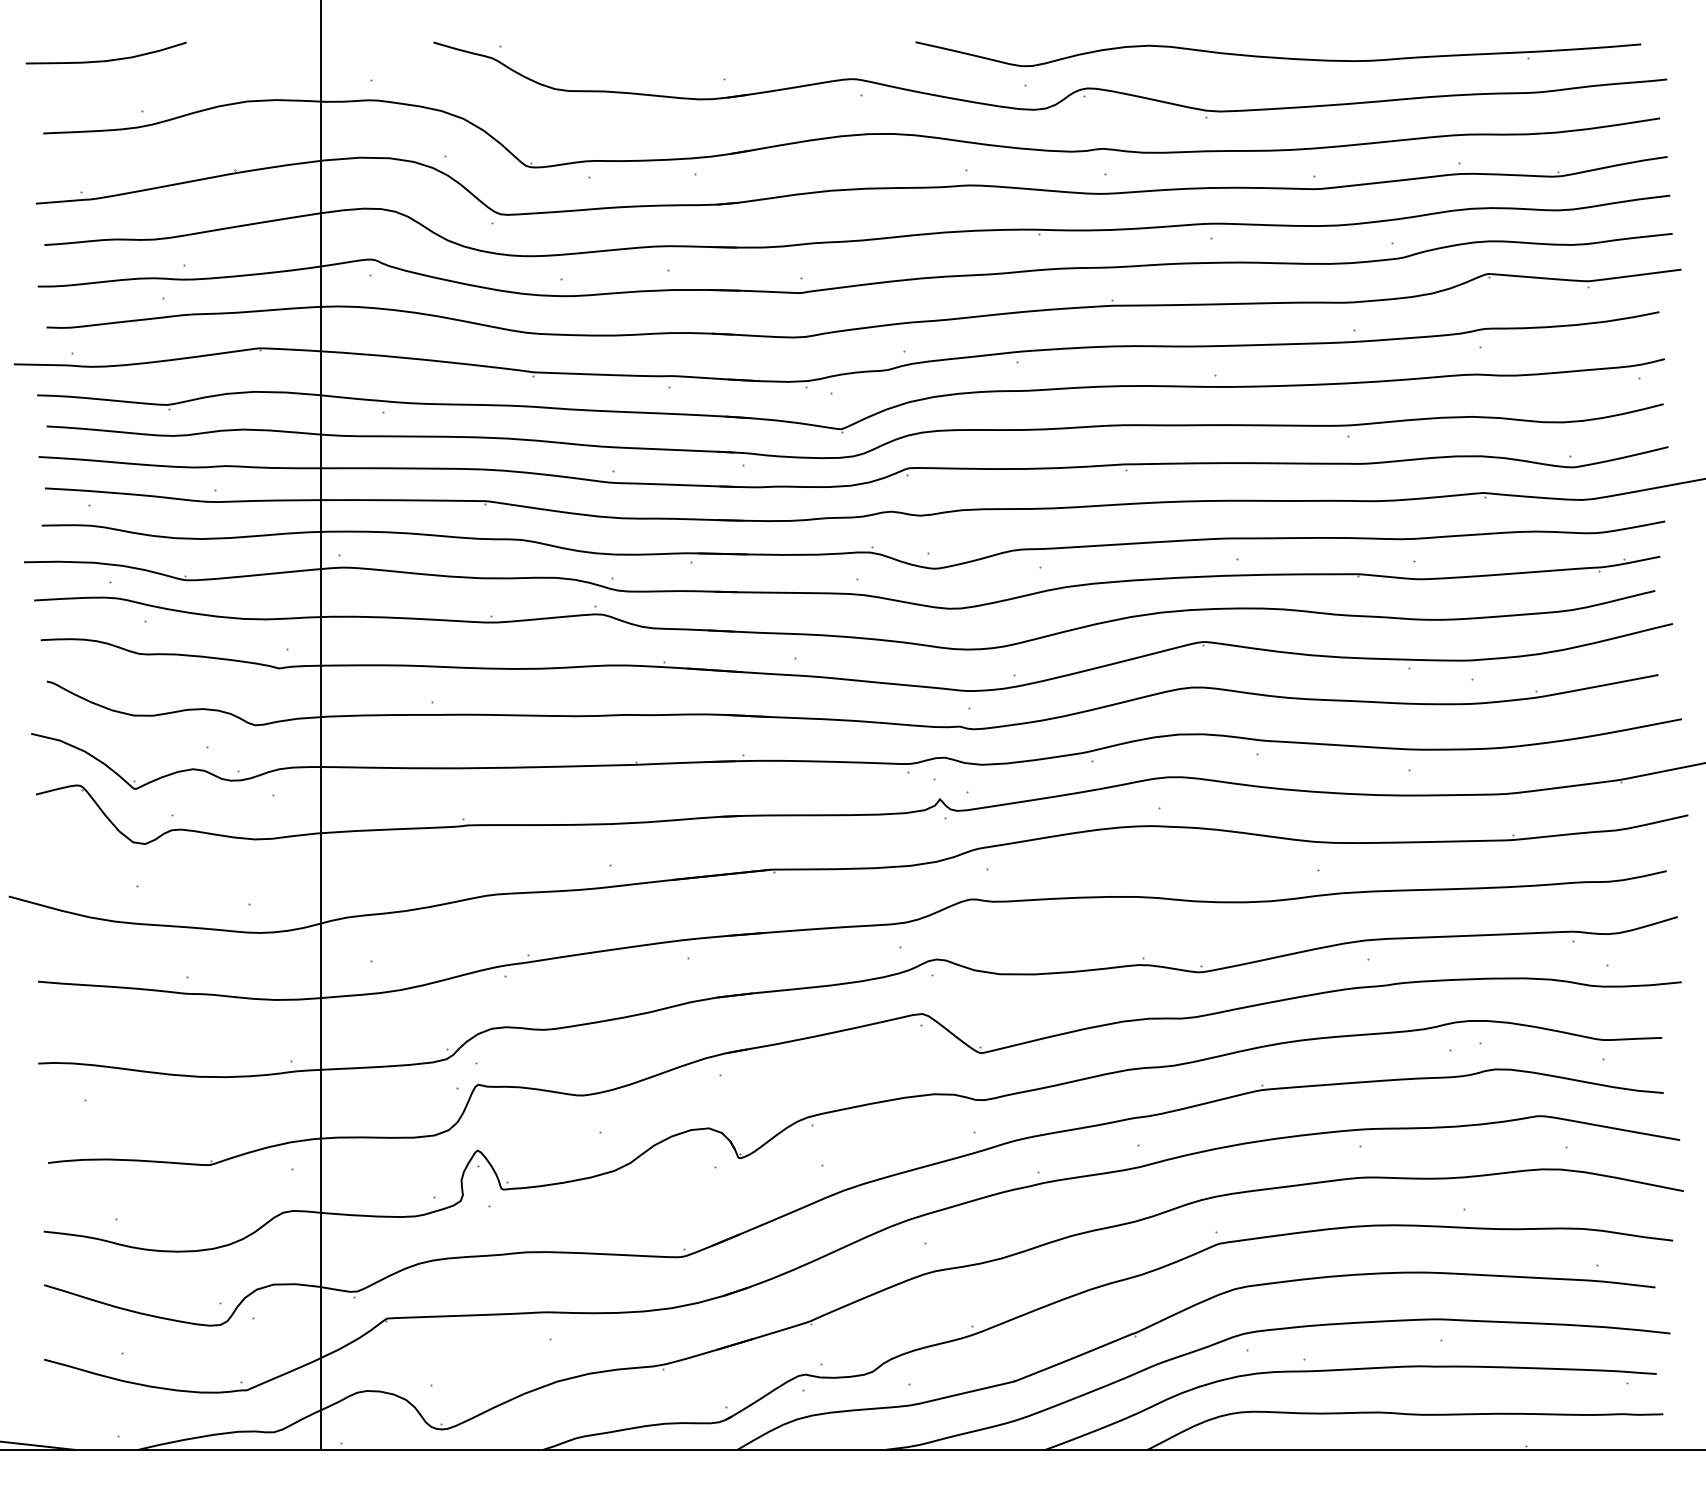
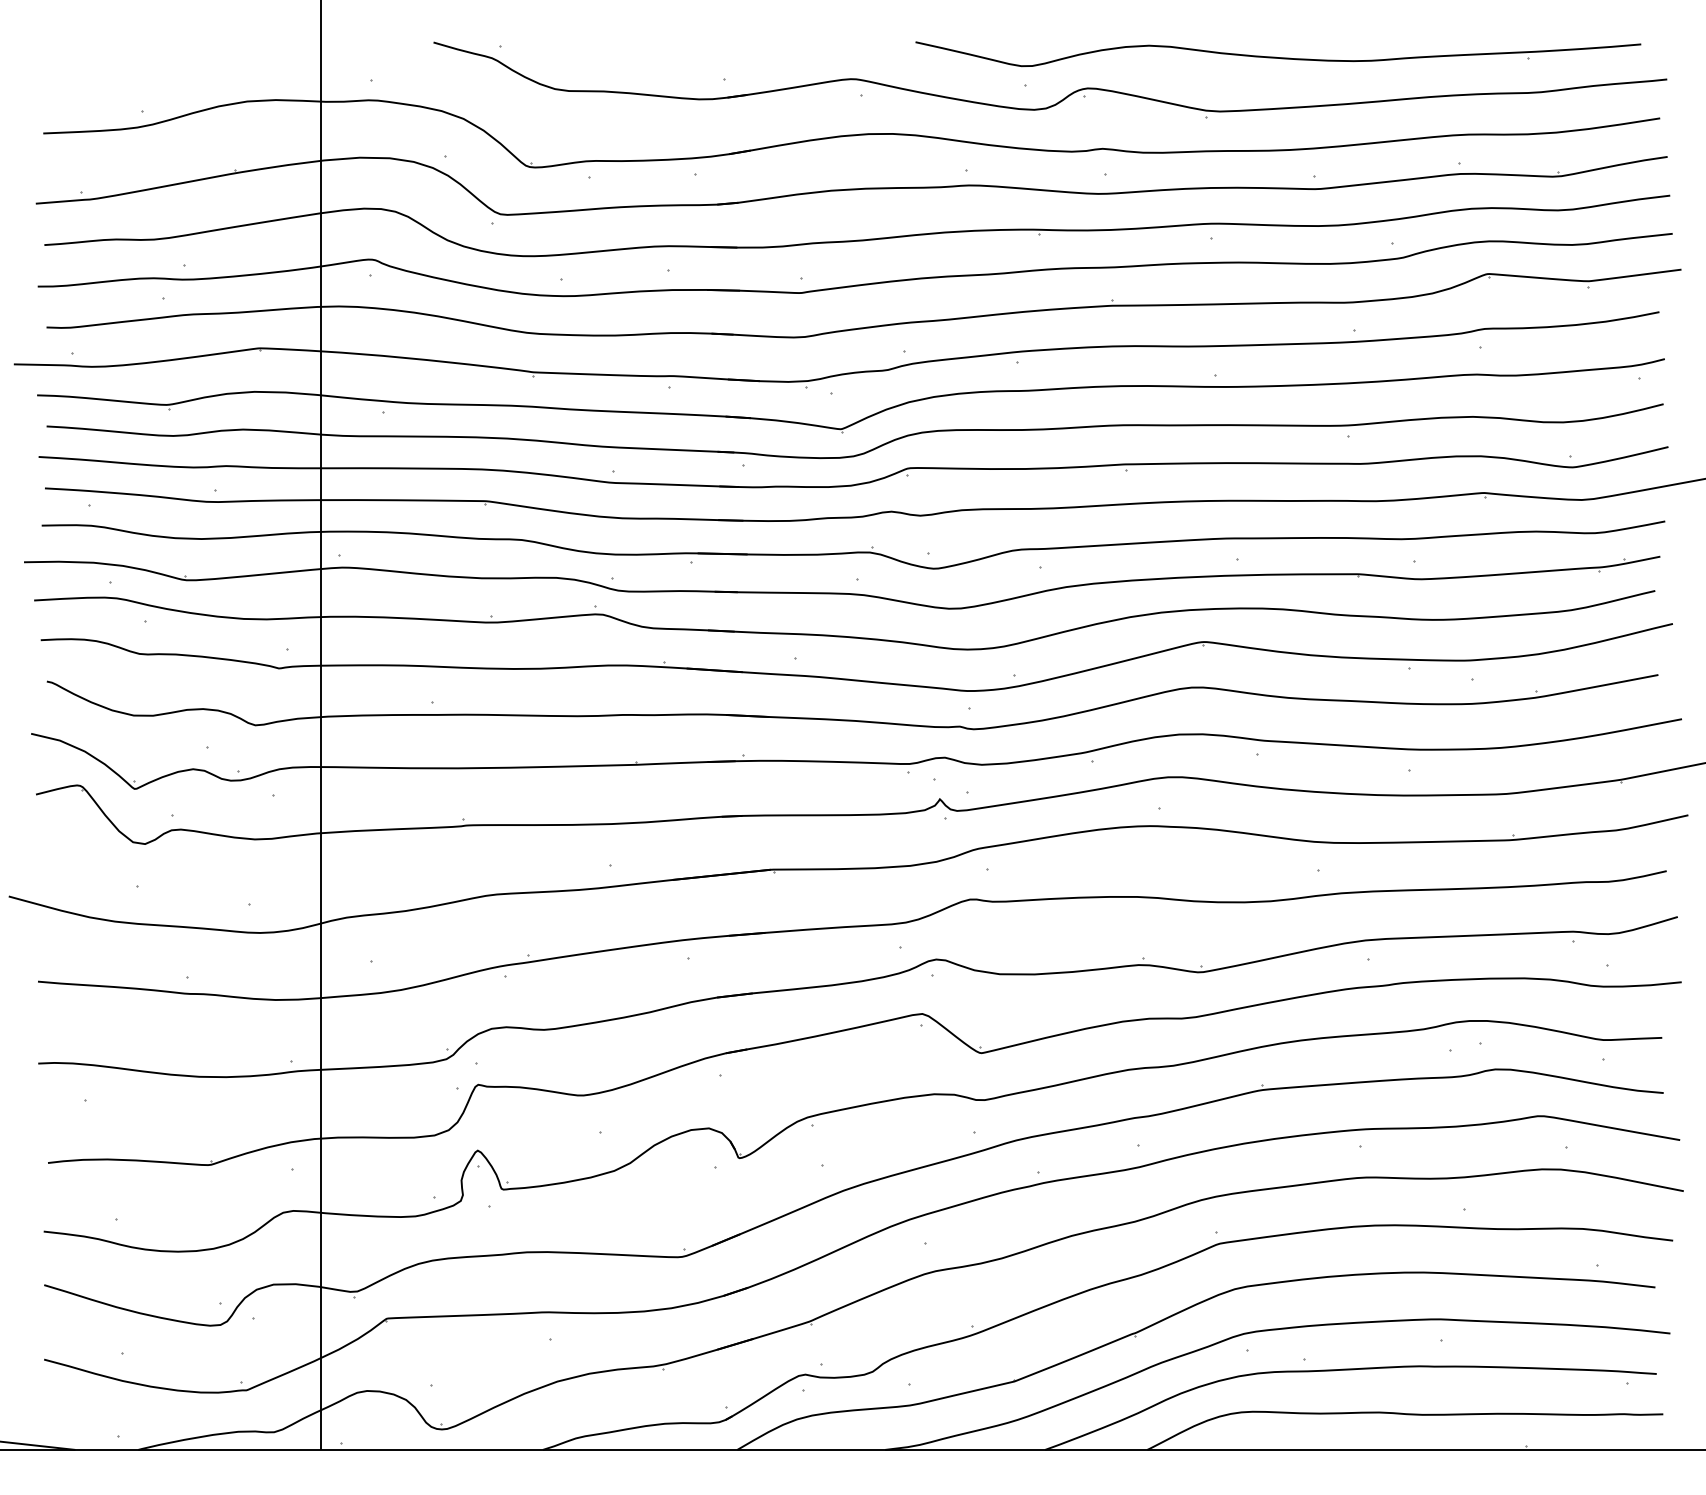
curve at (108, 59): present -> none
